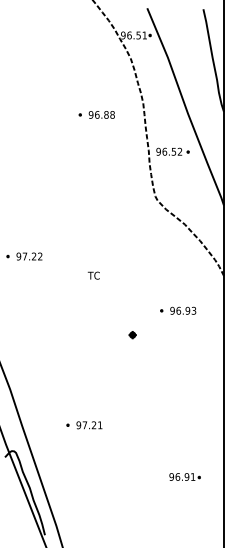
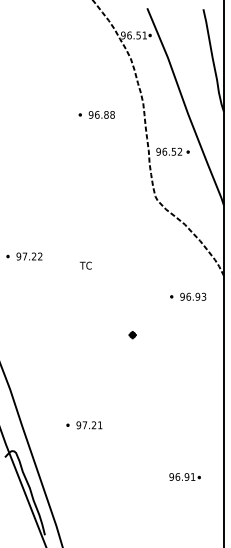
text at (93, 275) position: (93, 275) -> (85, 265)
part at (178, 310) position: (178, 310) -> (188, 296)
